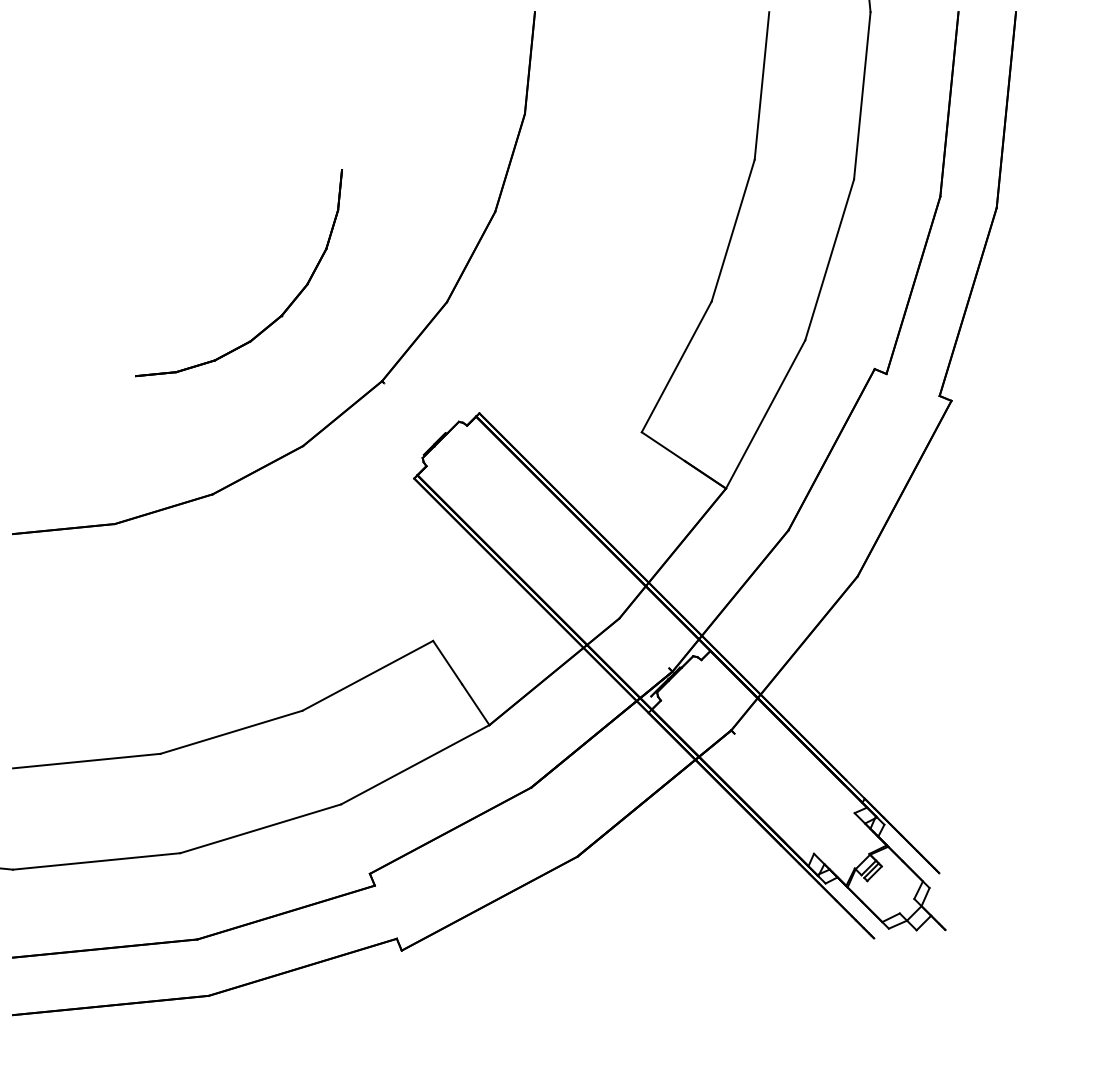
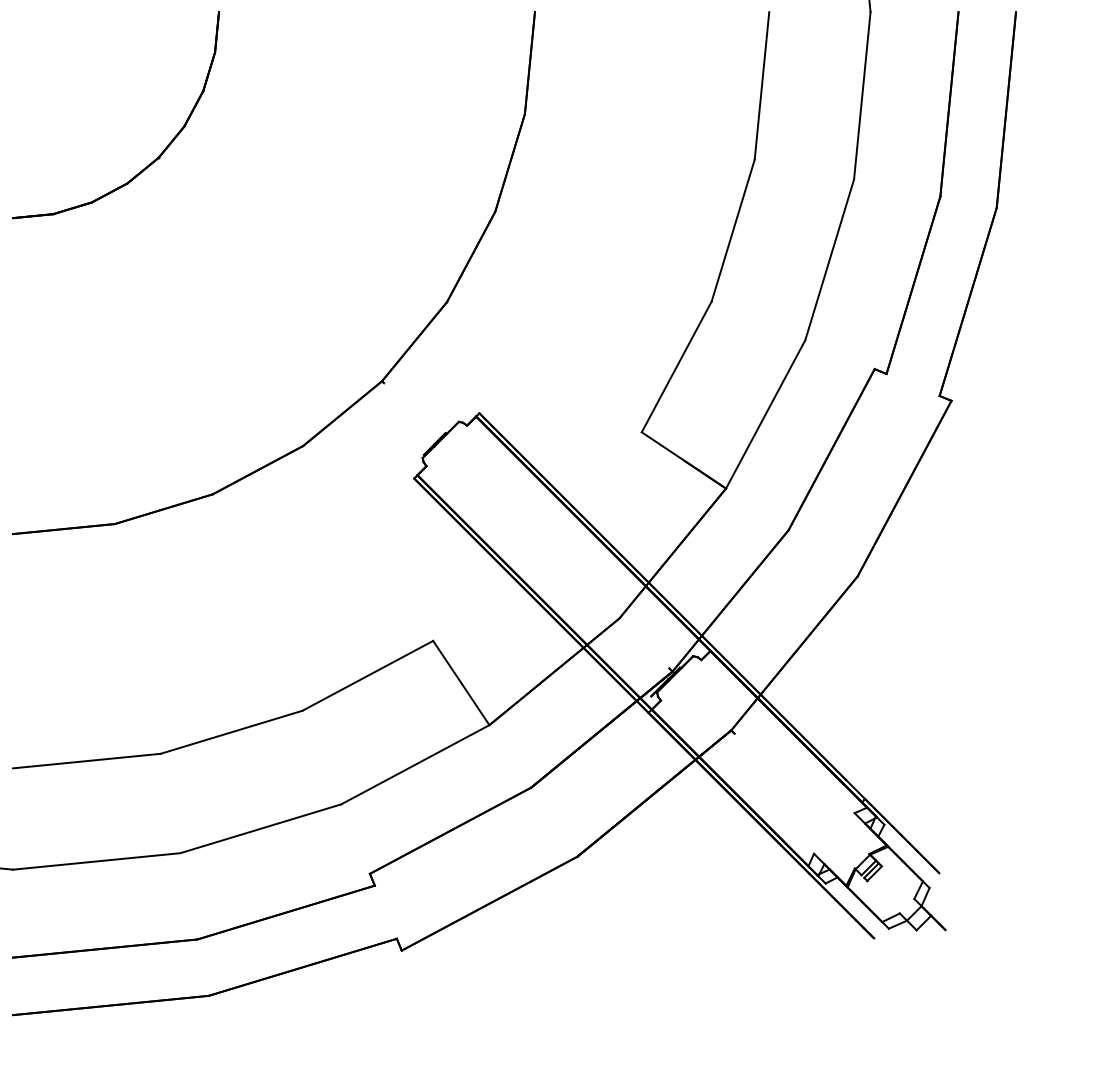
part at (277, 317) position: (277, 317) -> (154, 159)
